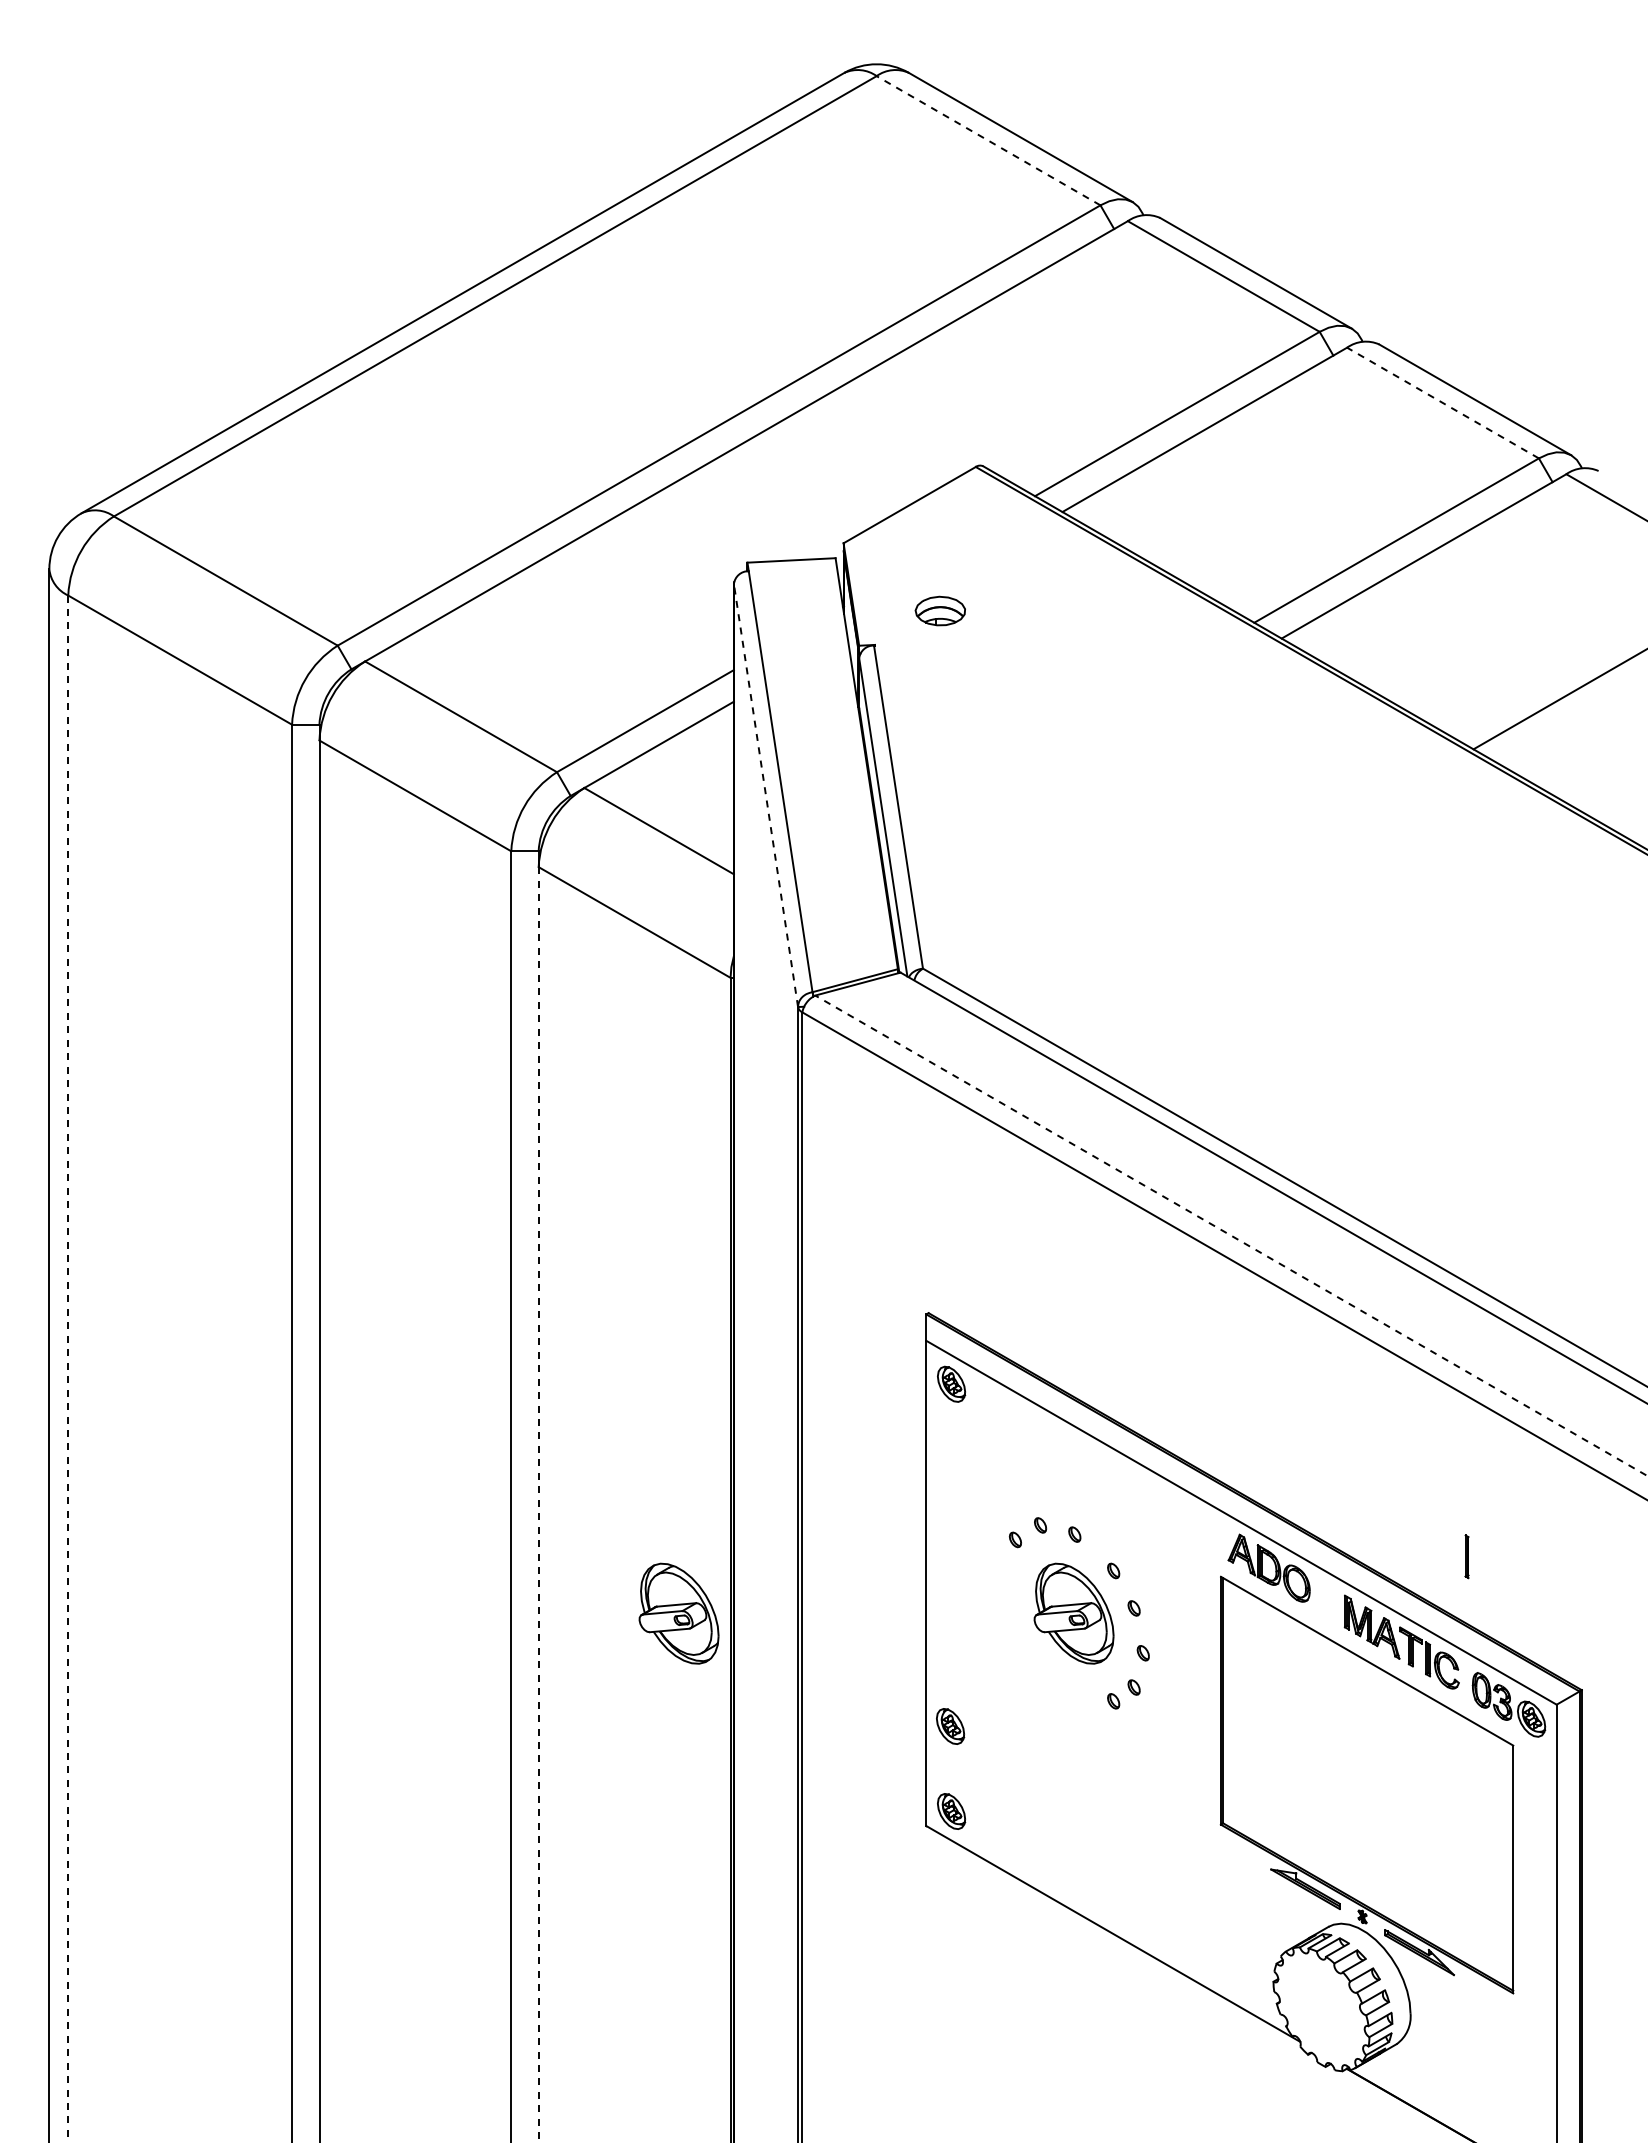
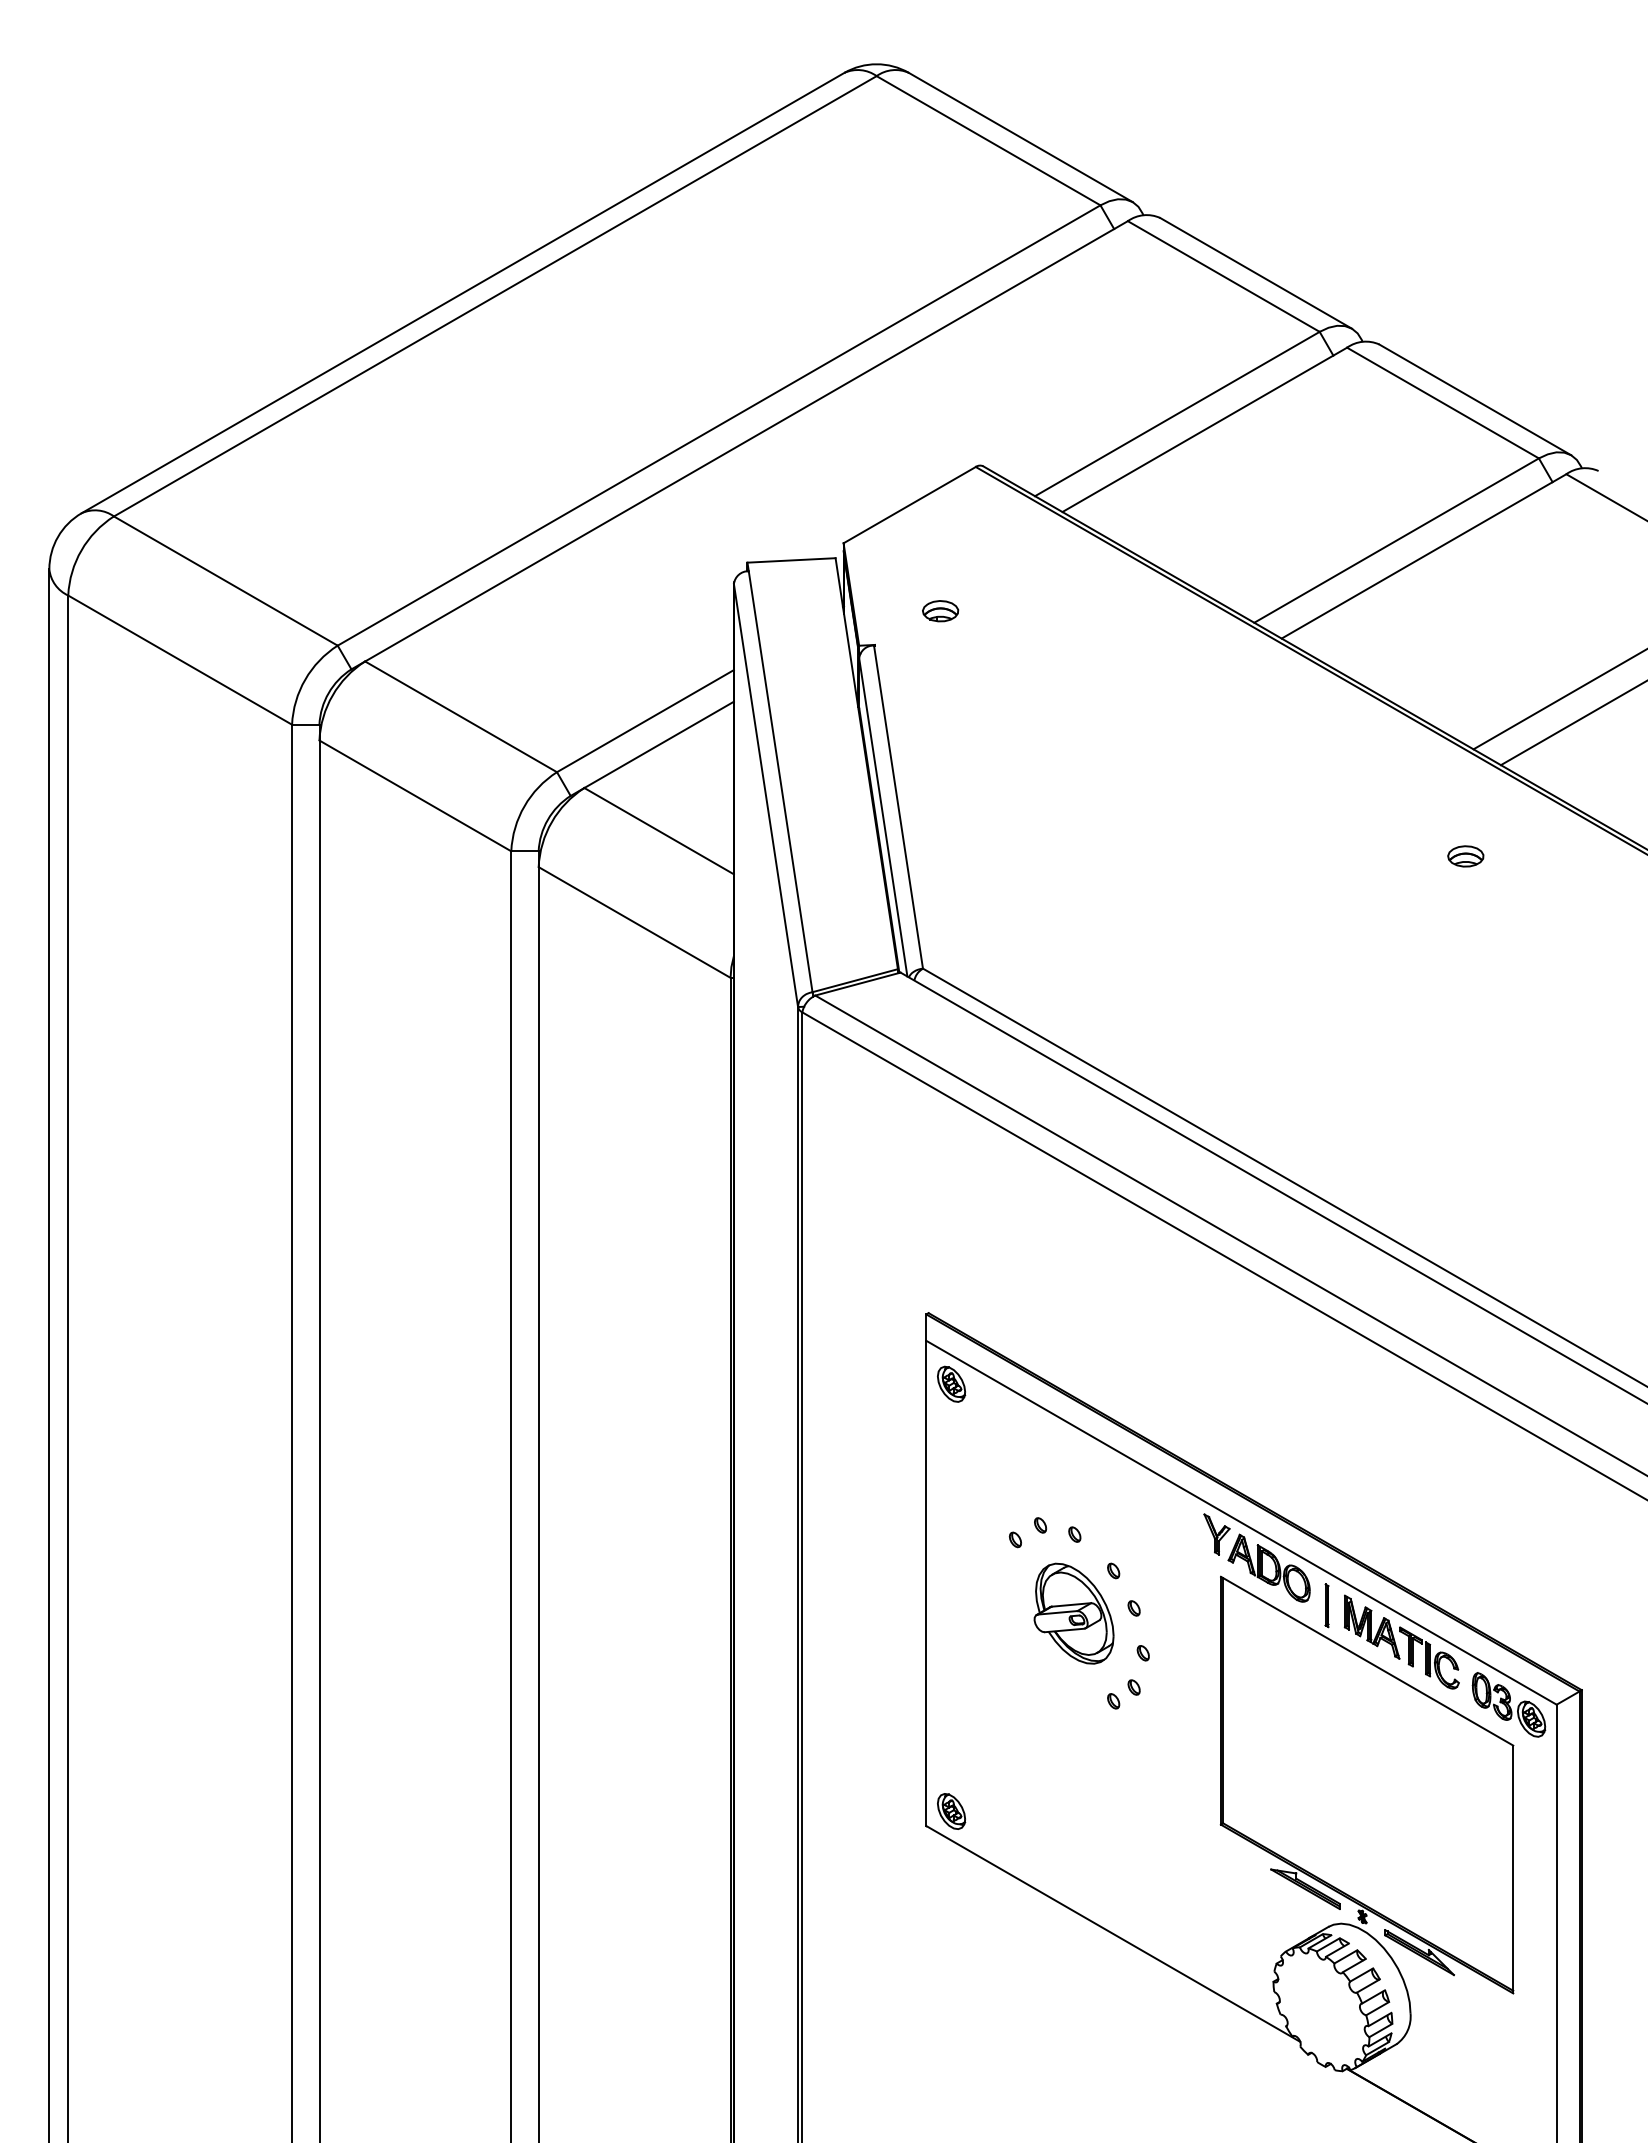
line at (988, 140): dashed -> solid
line at (1443, 403): dashed -> solid
part at (939, 610) size: 52x32 px -> 38x23 px
line at (1572, 723): none -> present
line at (765, 795): dashed -> solid
part at (1465, 856): none -> present
line at (1231, 1235): dashed -> solid
line at (68, 1369): dashed -> solid
line at (538, 1505): dashed -> solid
part at (1216, 1534): none -> present
part at (1466, 1556) position: (1466, 1556) -> (1326, 1605)
part at (678, 1613): present -> none
part at (950, 1726): present -> none
